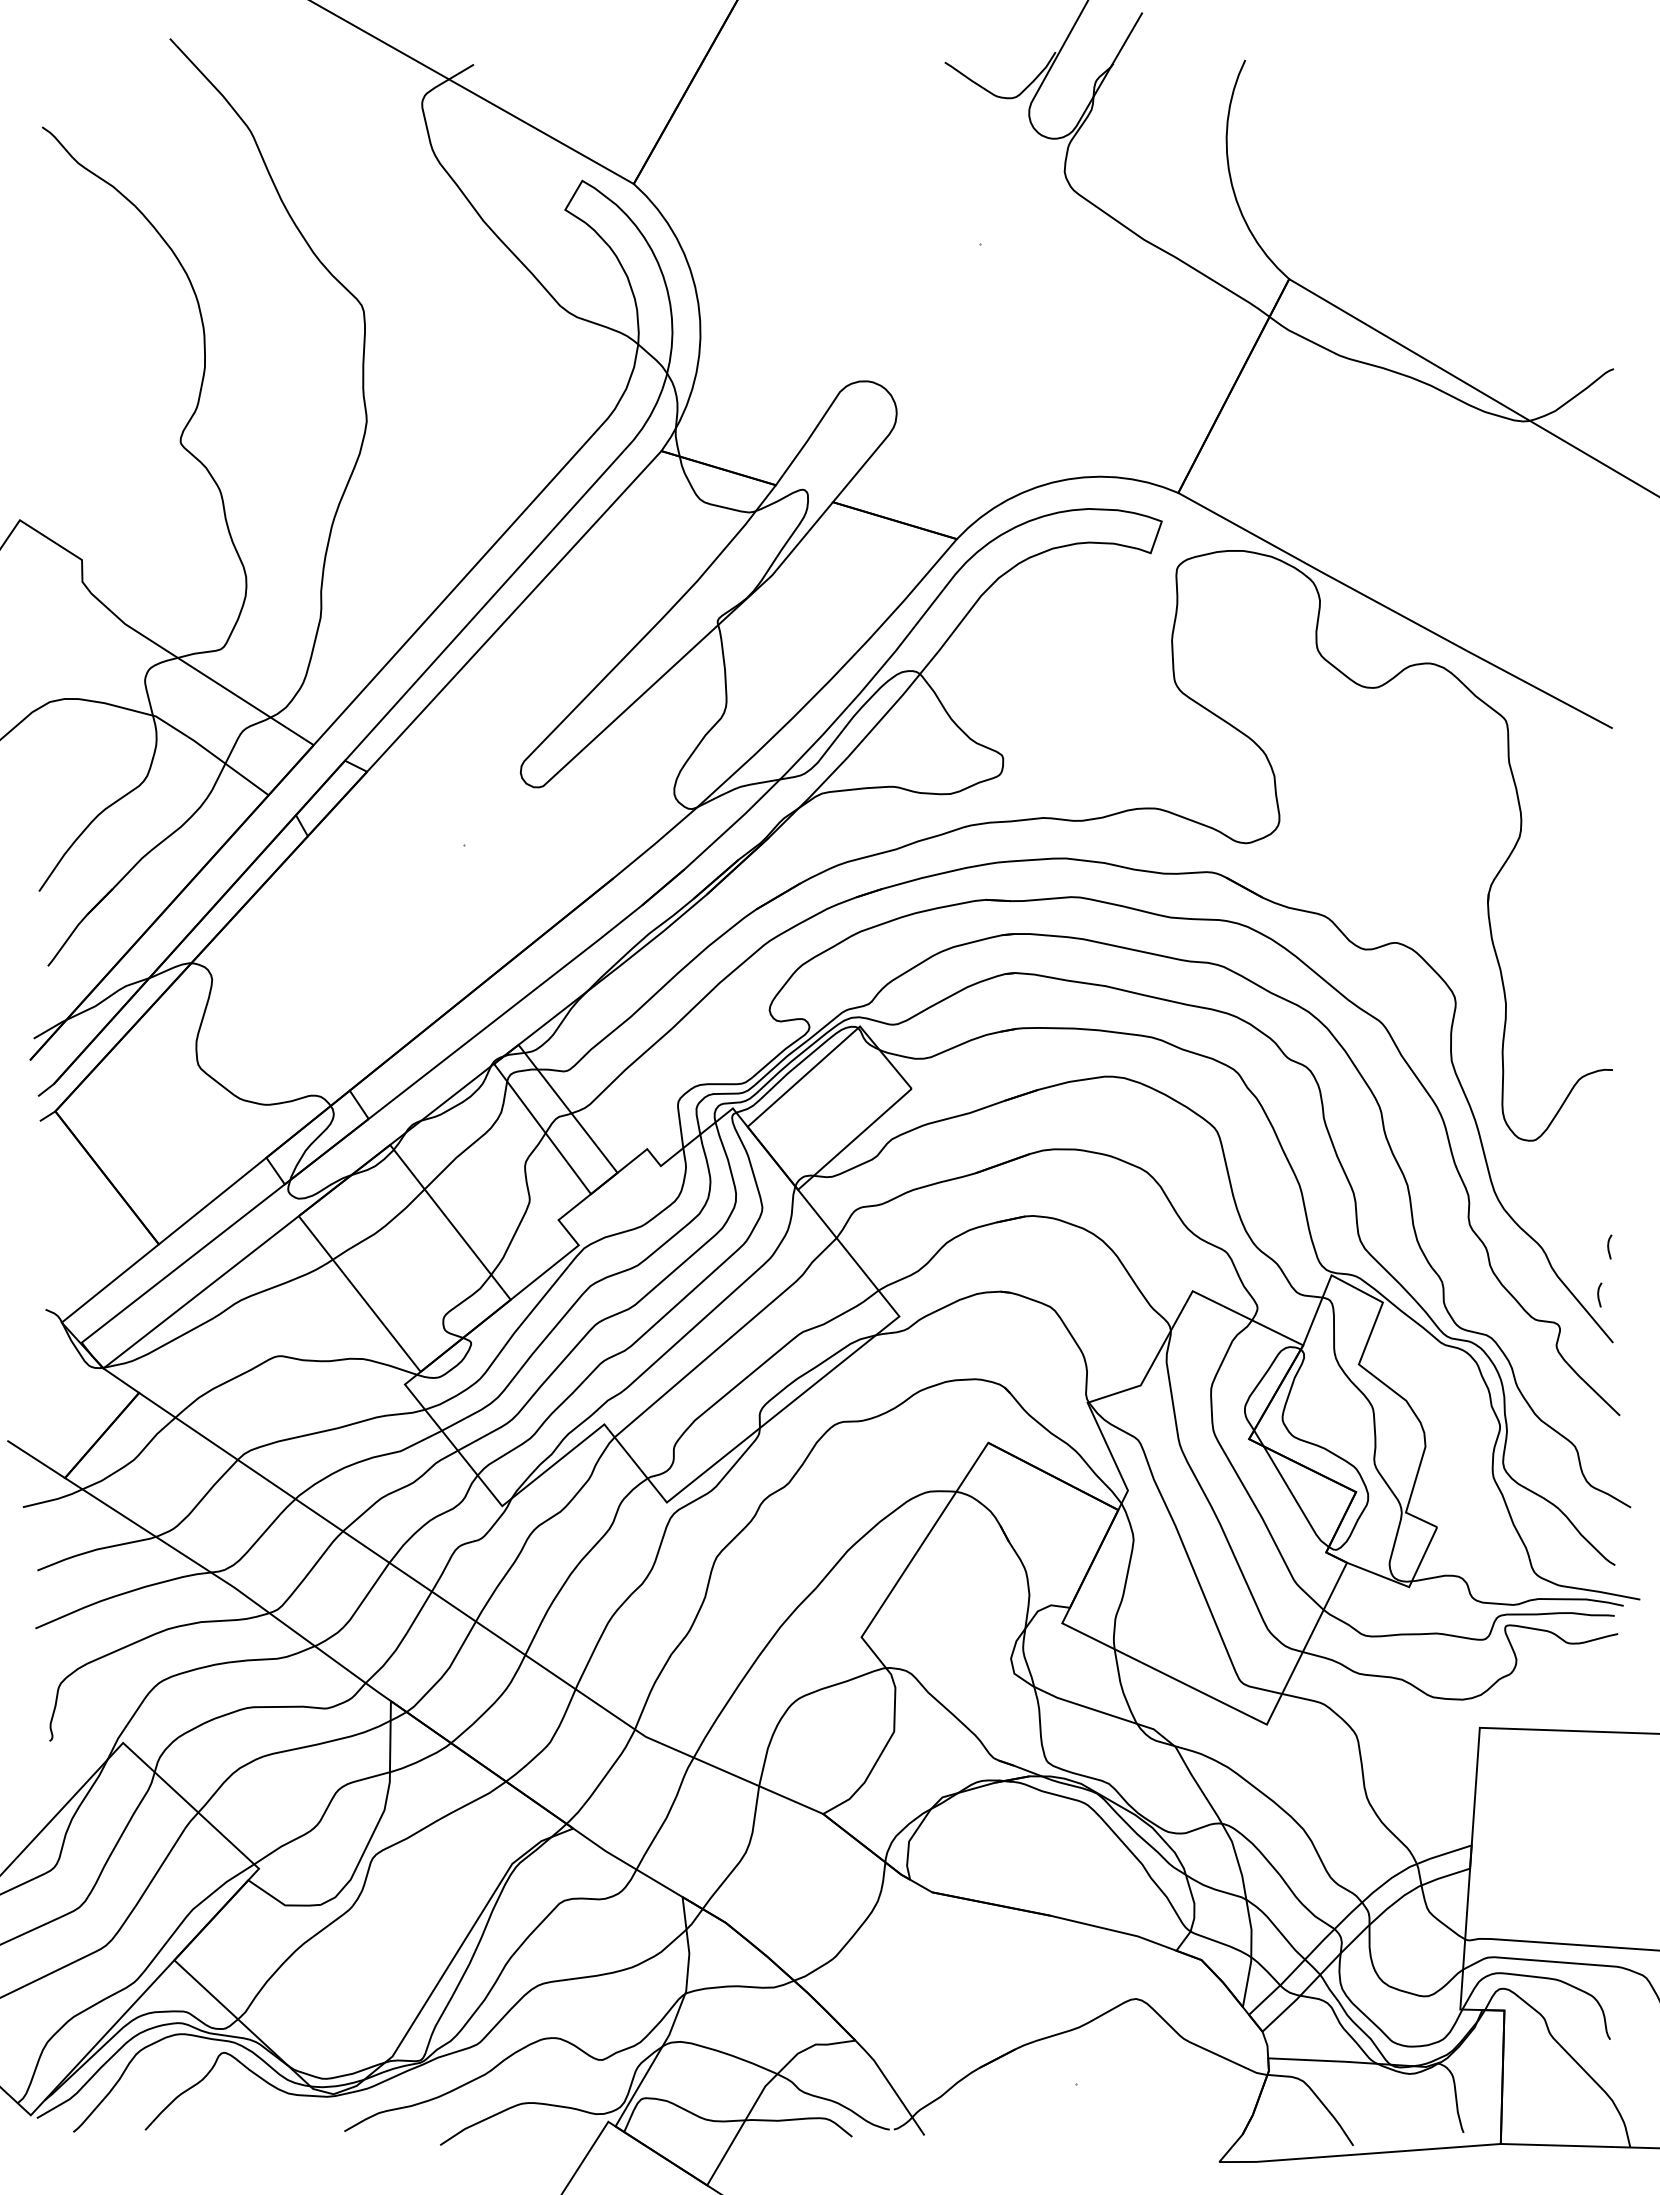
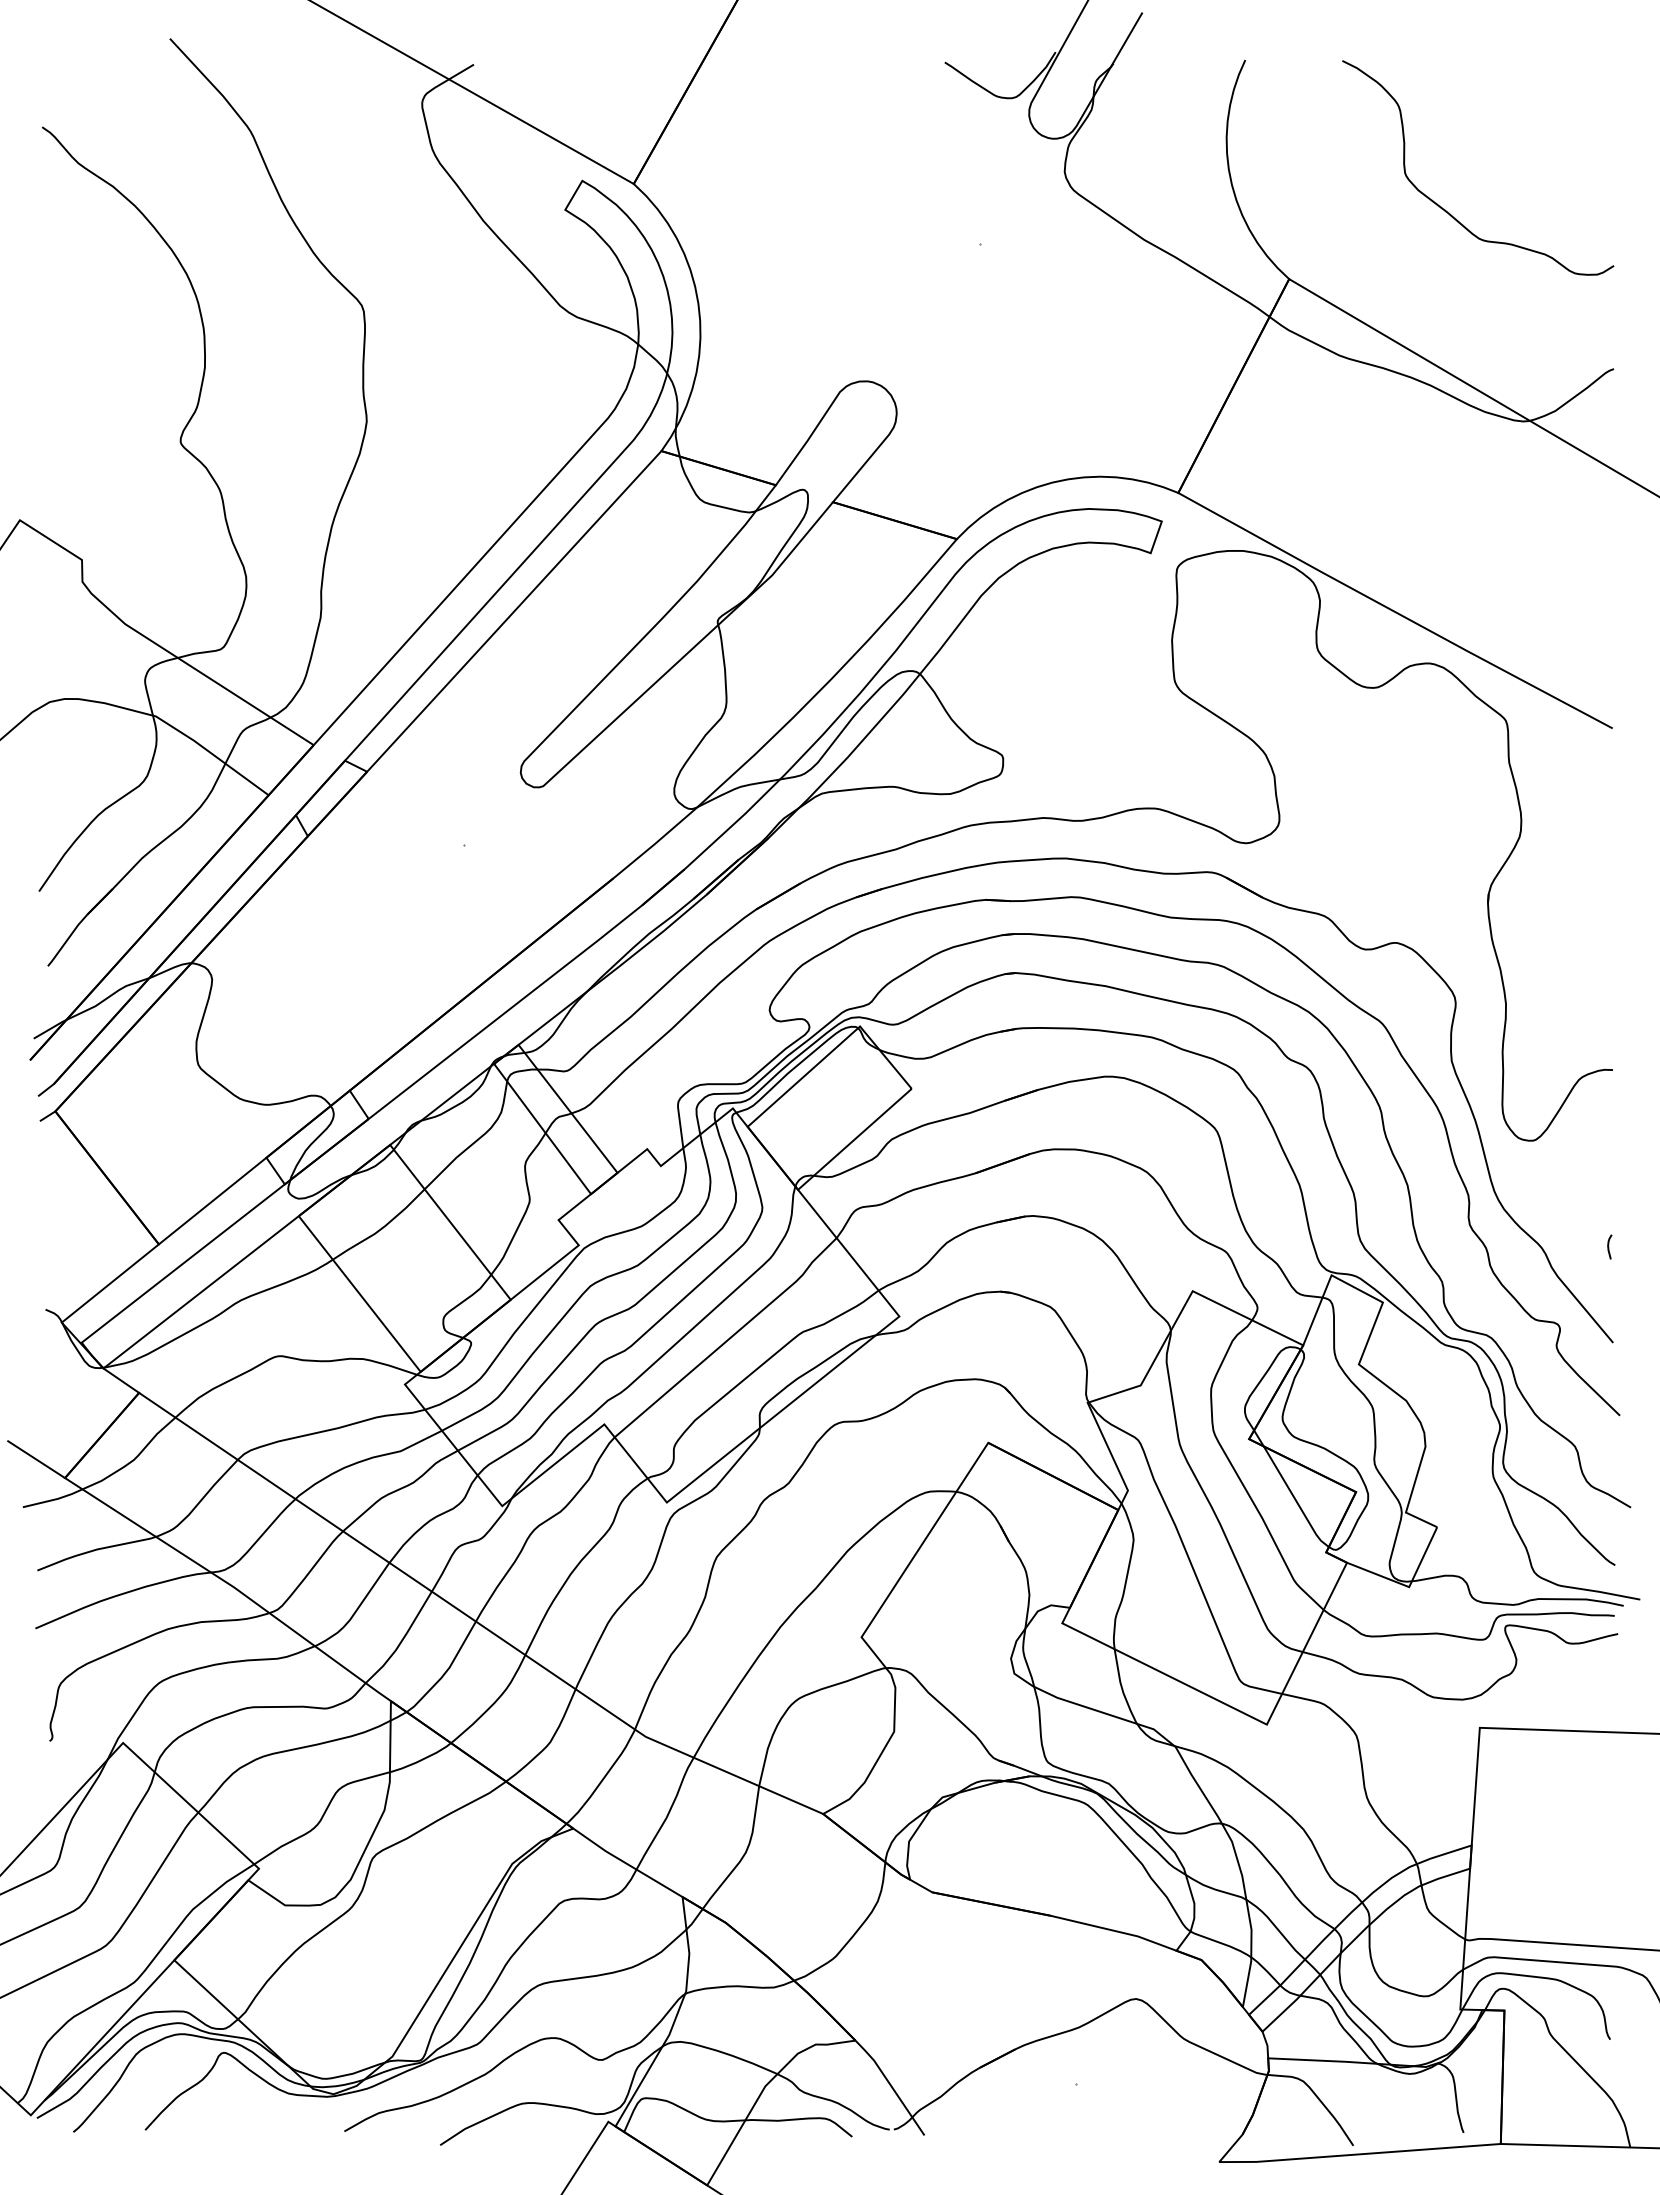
curve at (1445, 209): none -> present
curve at (1599, 1294): present -> none
